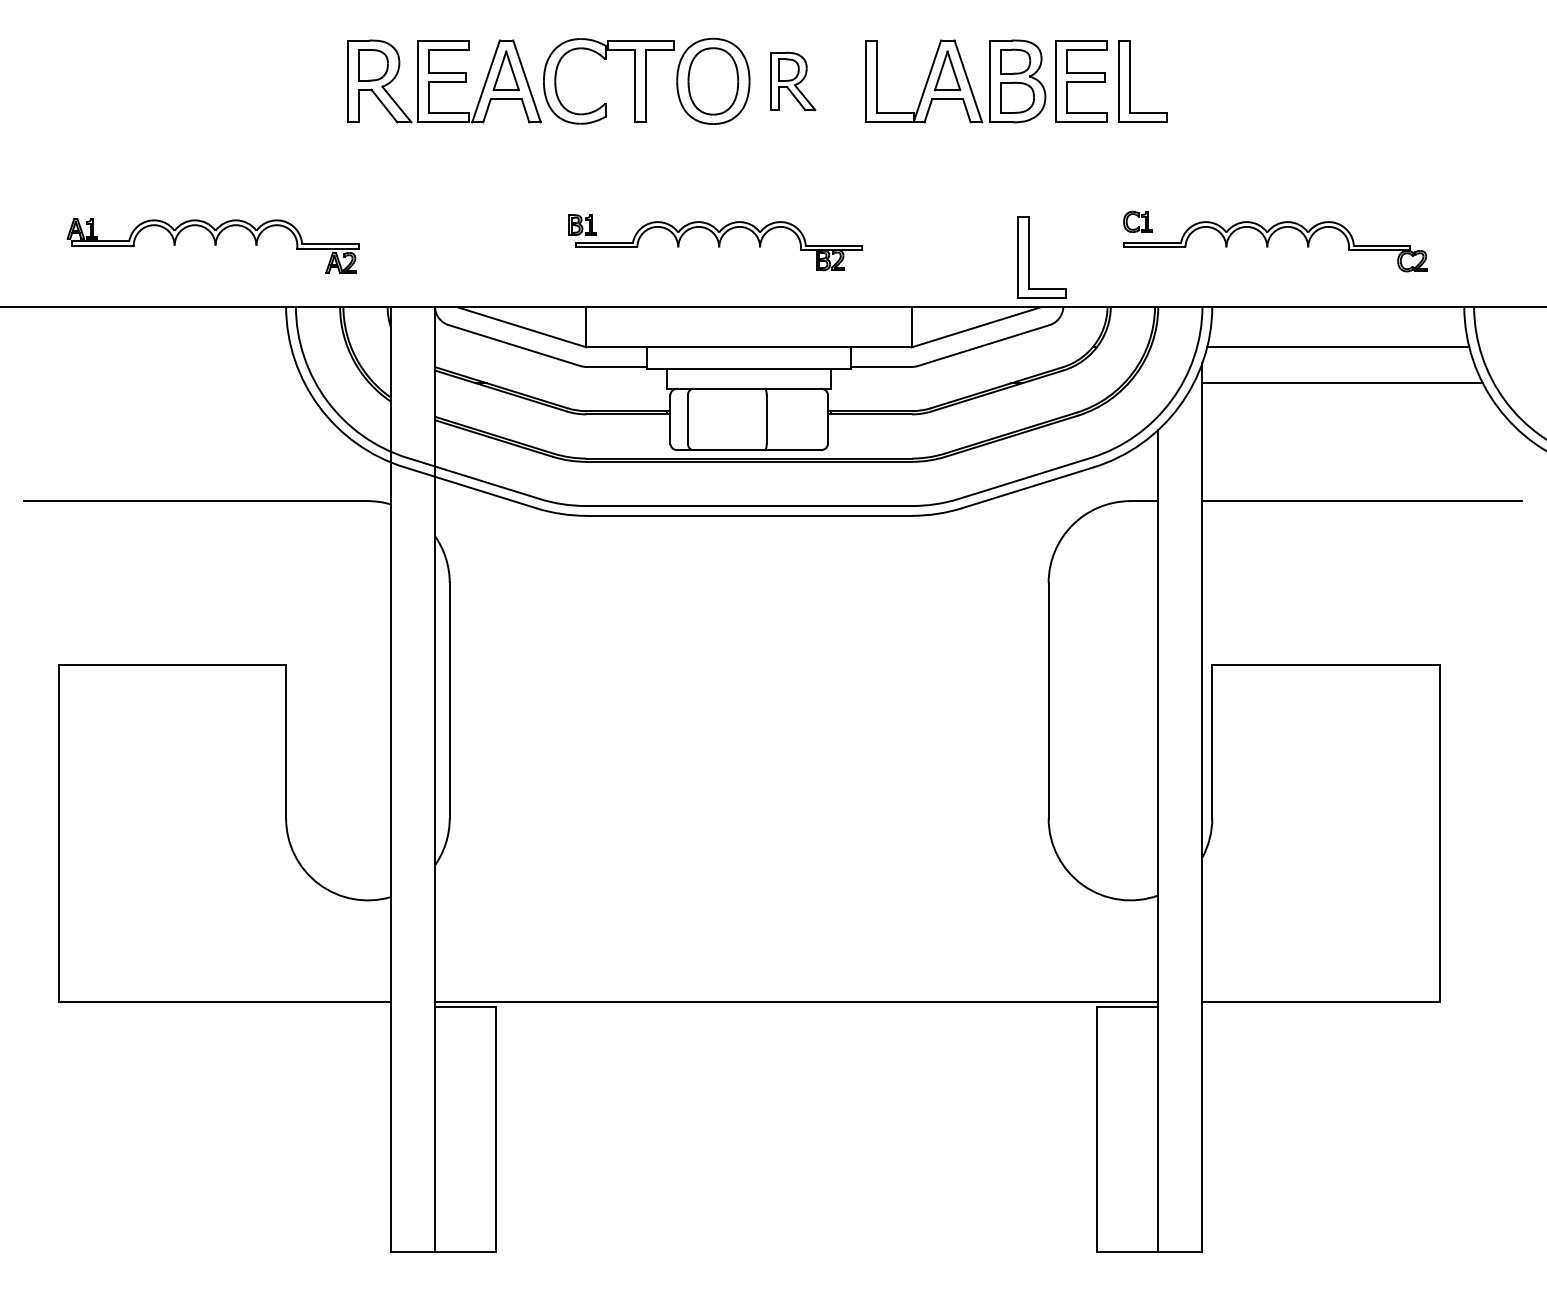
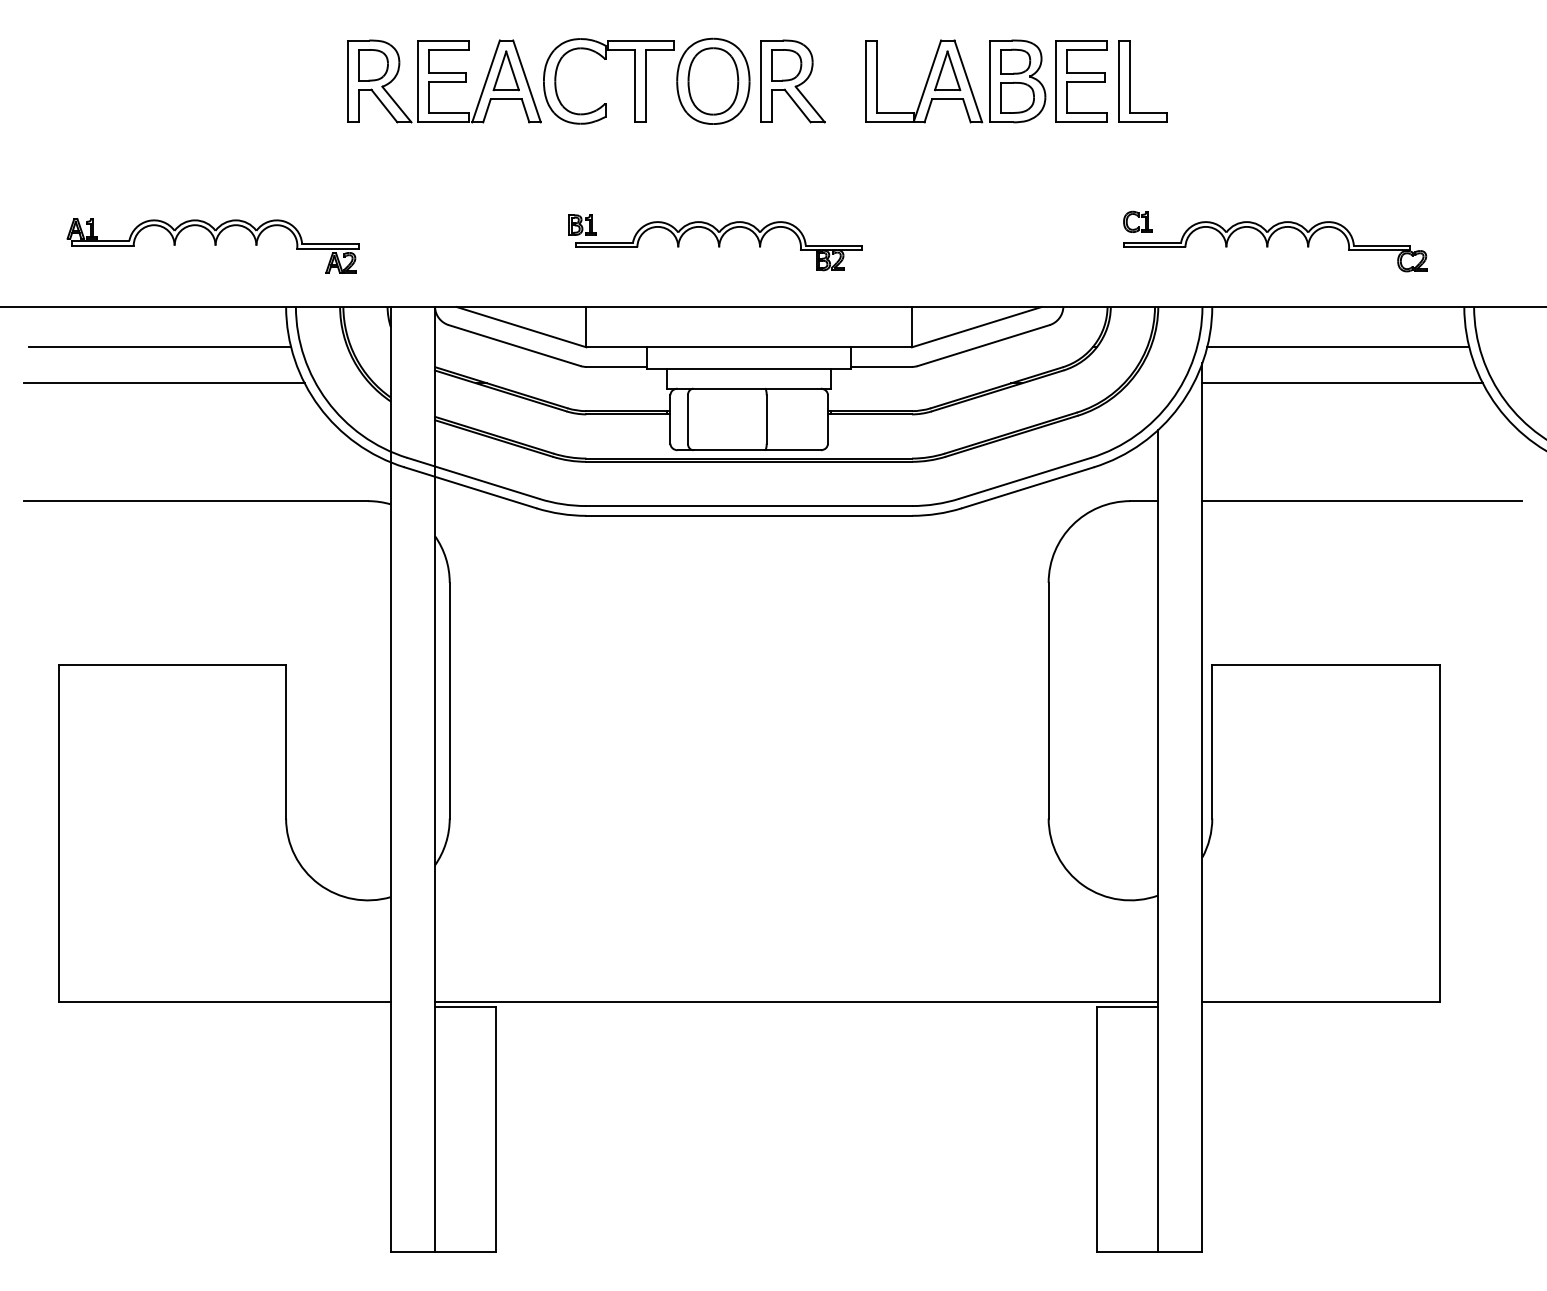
part at (793, 81) size: 47x61 px -> 66x85 px
part at (1029, 257): present -> none
line at (160, 347): none -> present
line at (164, 383): none -> present
